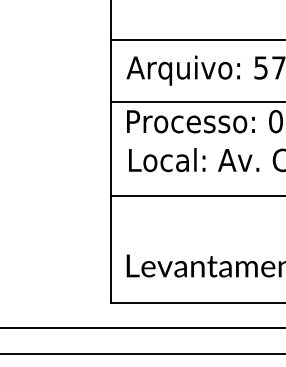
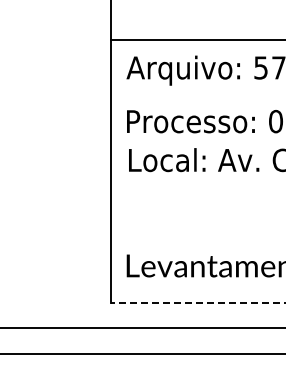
line at (196, 101): present -> none
line at (196, 196): present -> none
line at (197, 302): solid -> dashed
